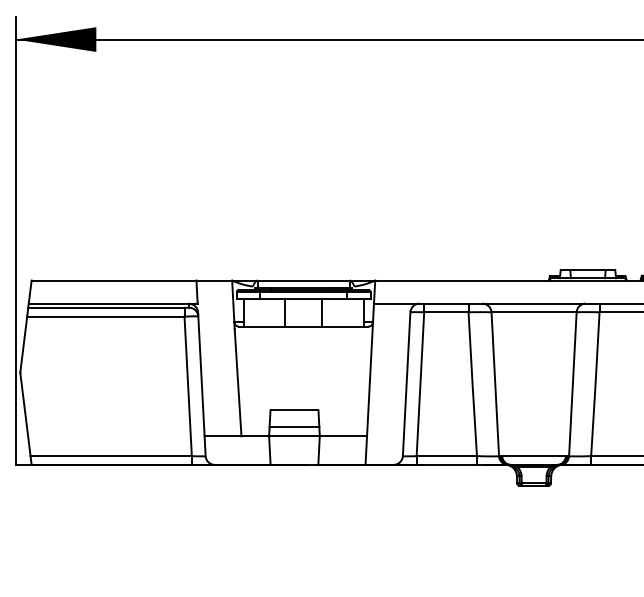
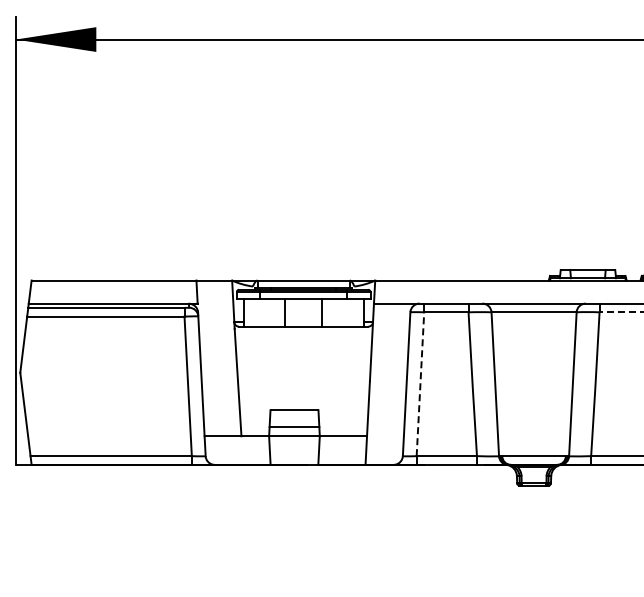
line at (621, 312): solid -> dashed
line at (420, 383): solid -> dashed
